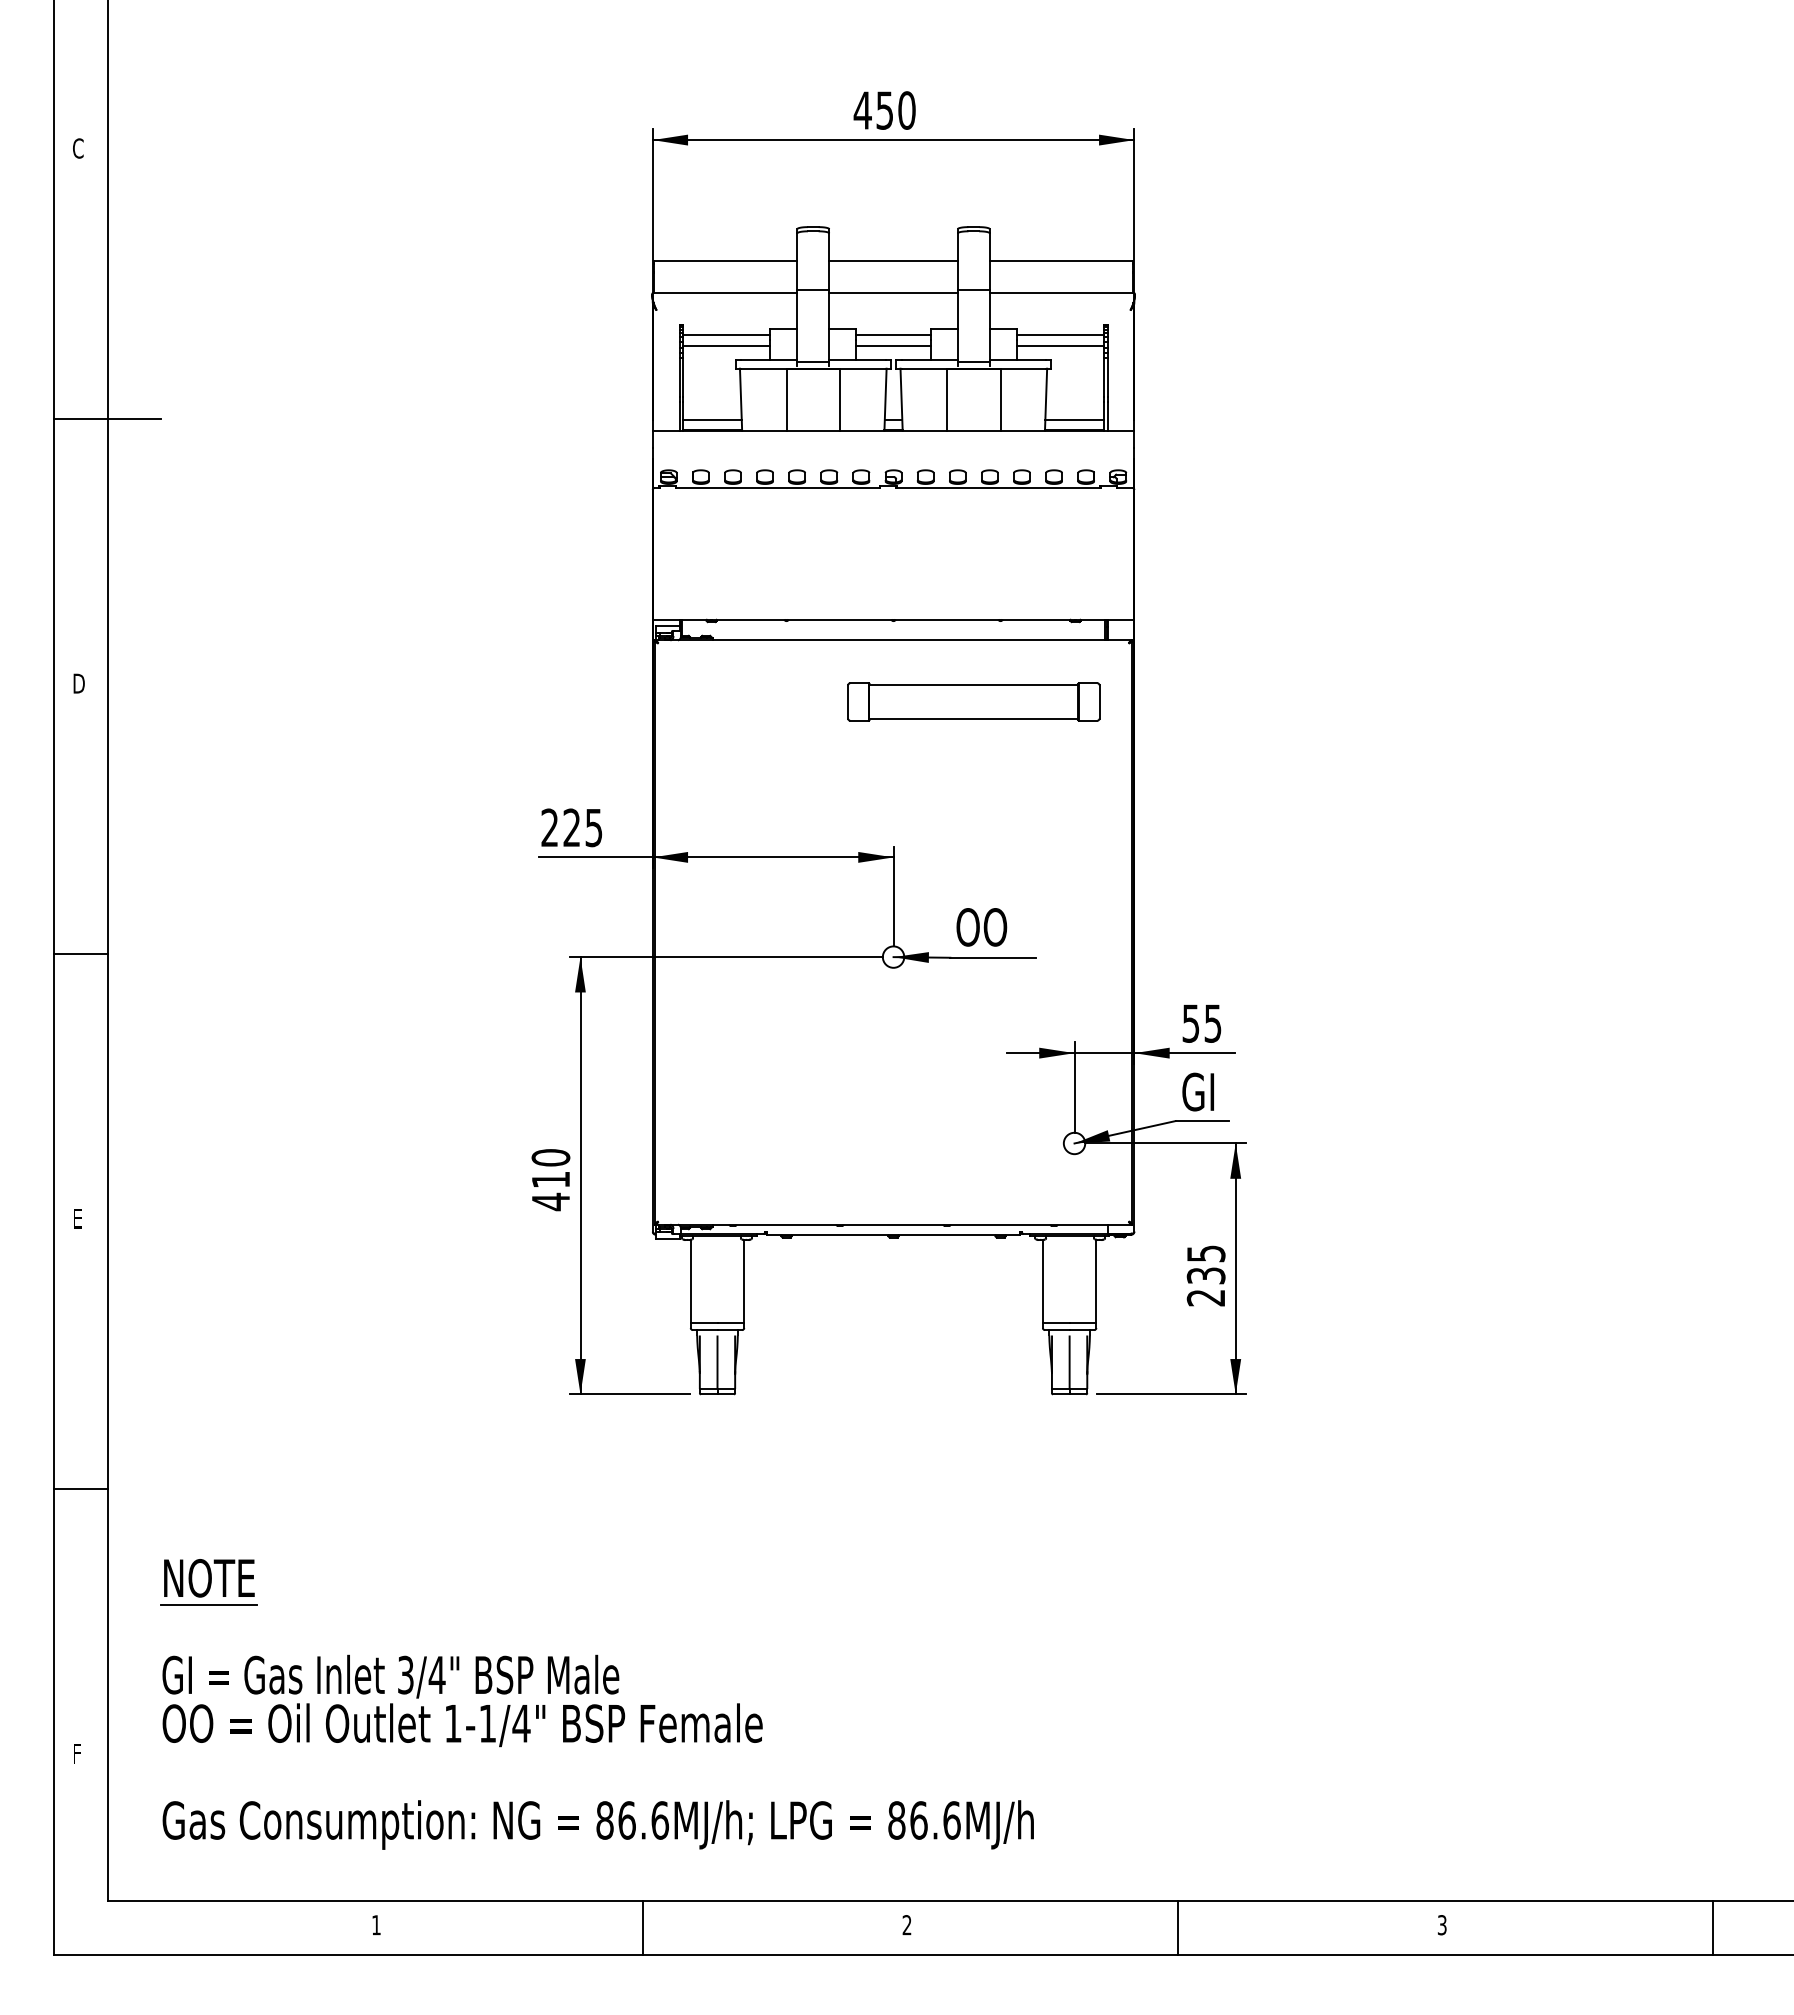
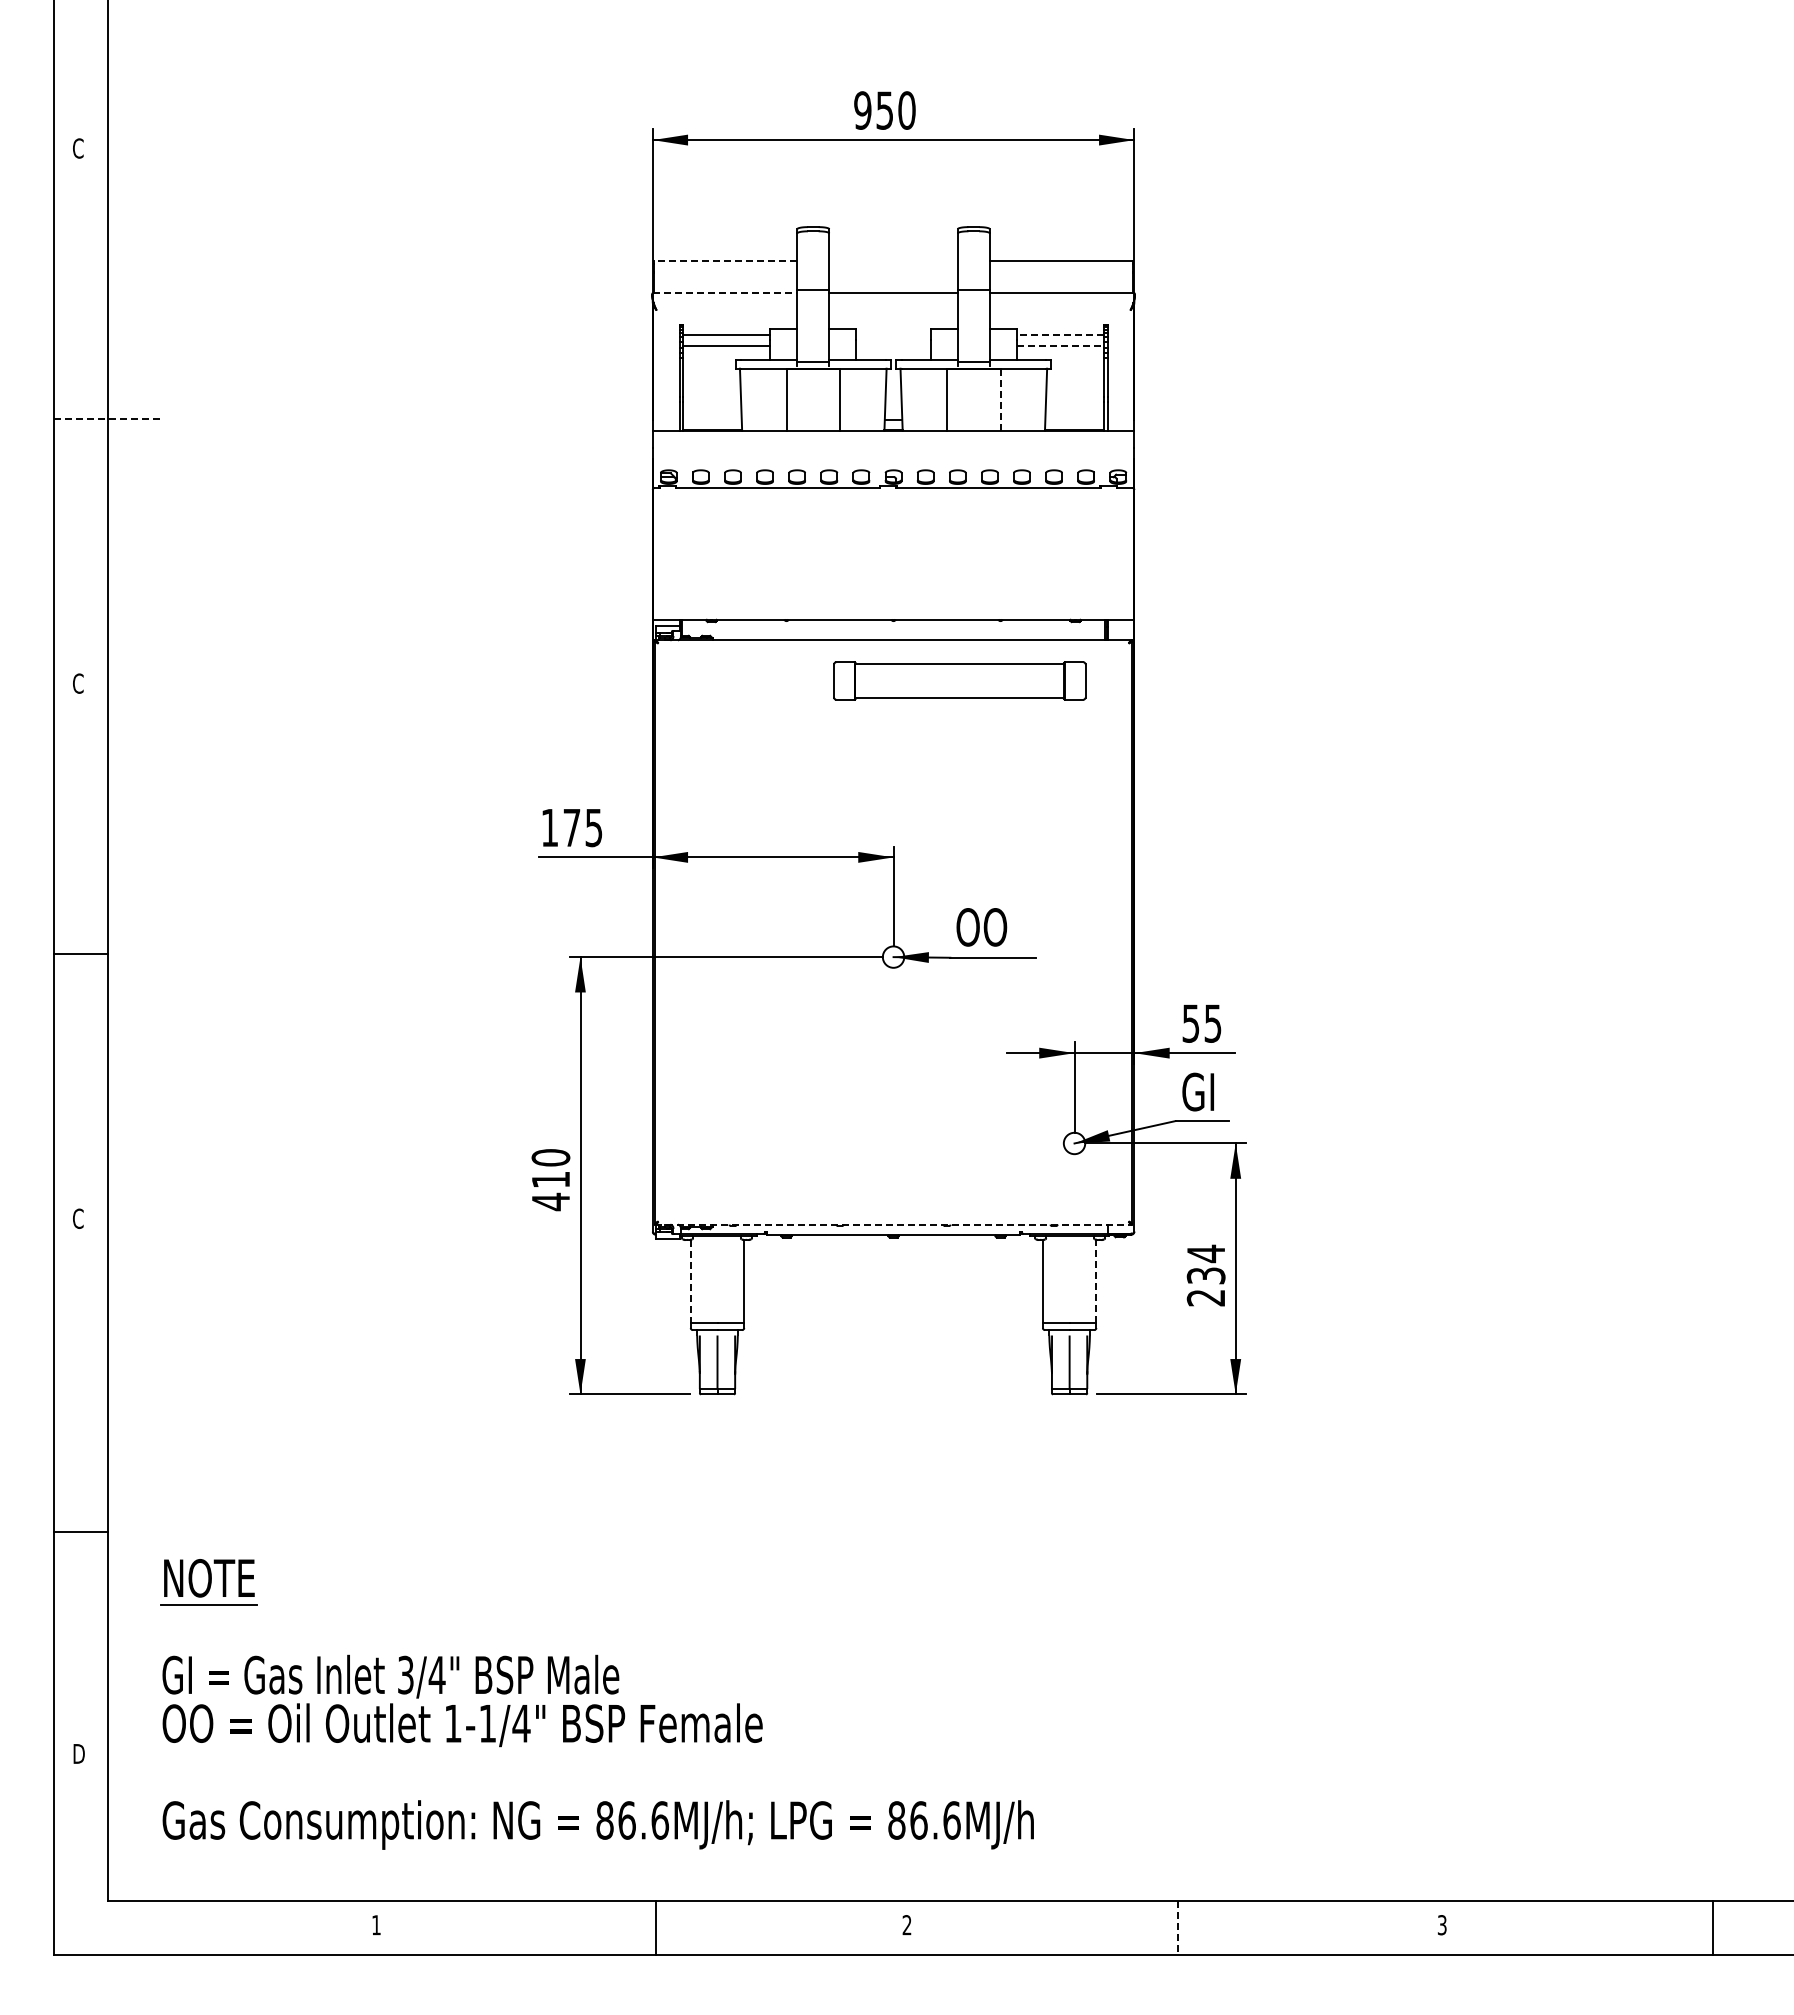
text at (862, 110): 450 -> 950
line at (725, 260): solid -> dashed
line at (893, 260): present -> none
line at (725, 293): solid -> dashed
line at (893, 334): present -> none
line at (1060, 334): solid -> dashed
line at (893, 345): present -> none
line at (1060, 345): solid -> dashed
line at (1000, 399): solid -> dashed
line at (107, 418): solid -> dashed
line at (711, 419): present -> none
line at (1074, 419): present -> none
text at (78, 683): D -> C
part at (973, 701) position: (973, 701) -> (959, 680)
text at (560, 827): 225 -> 175
text at (78, 1218): E -> C
line at (894, 1224): solid -> dashed
text at (1206, 1253): 235 -> 234
line at (1096, 1280): solid -> dashed
line at (690, 1281): solid -> dashed
line at (80, 1488) position: (80, 1488) -> (80, 1531)
text at (78, 1753): F -> D
line at (642, 1927) position: (642, 1927) -> (655, 1927)
line at (1177, 1927): solid -> dashed
